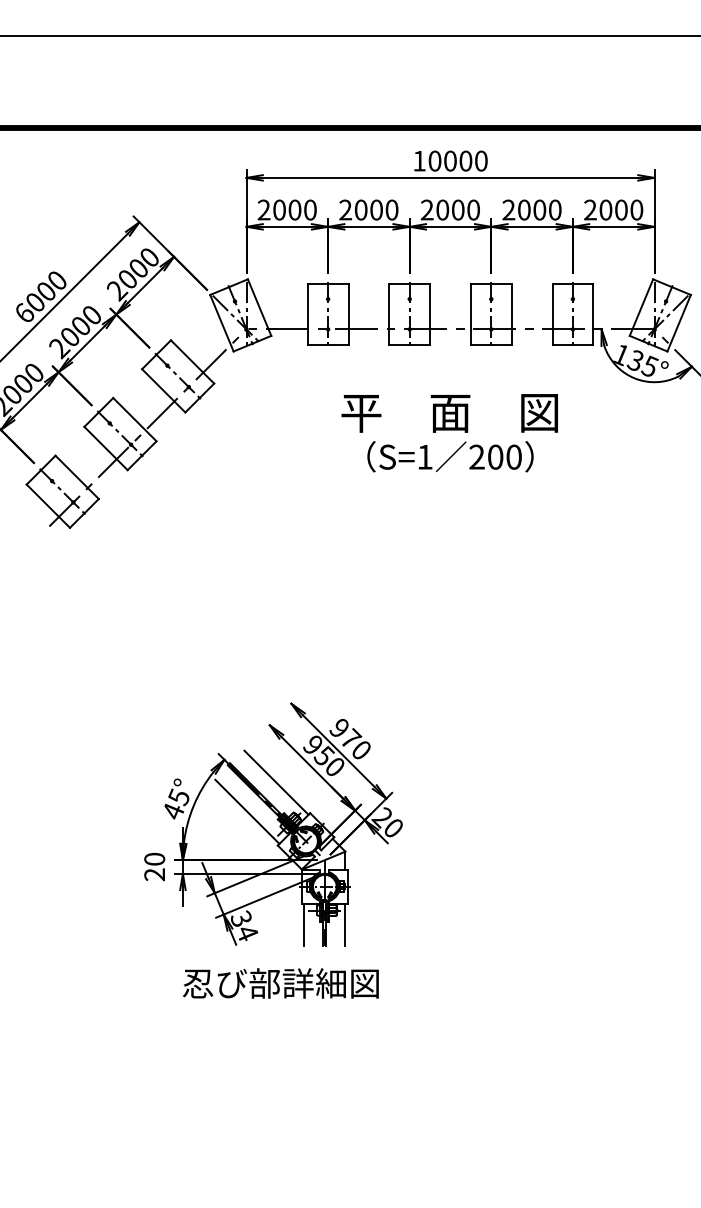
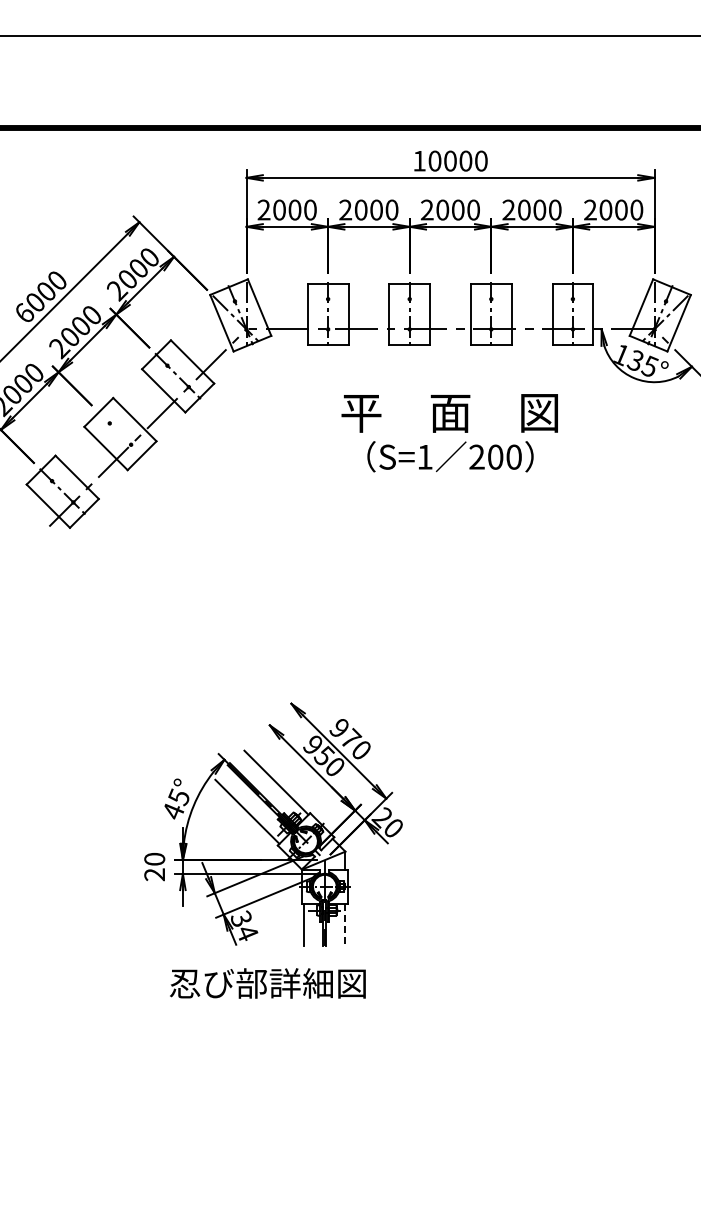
line at (120, 434): present -> none
line at (345, 925): solid -> dashed
text at (280, 983) position: (280, 983) -> (267, 983)
